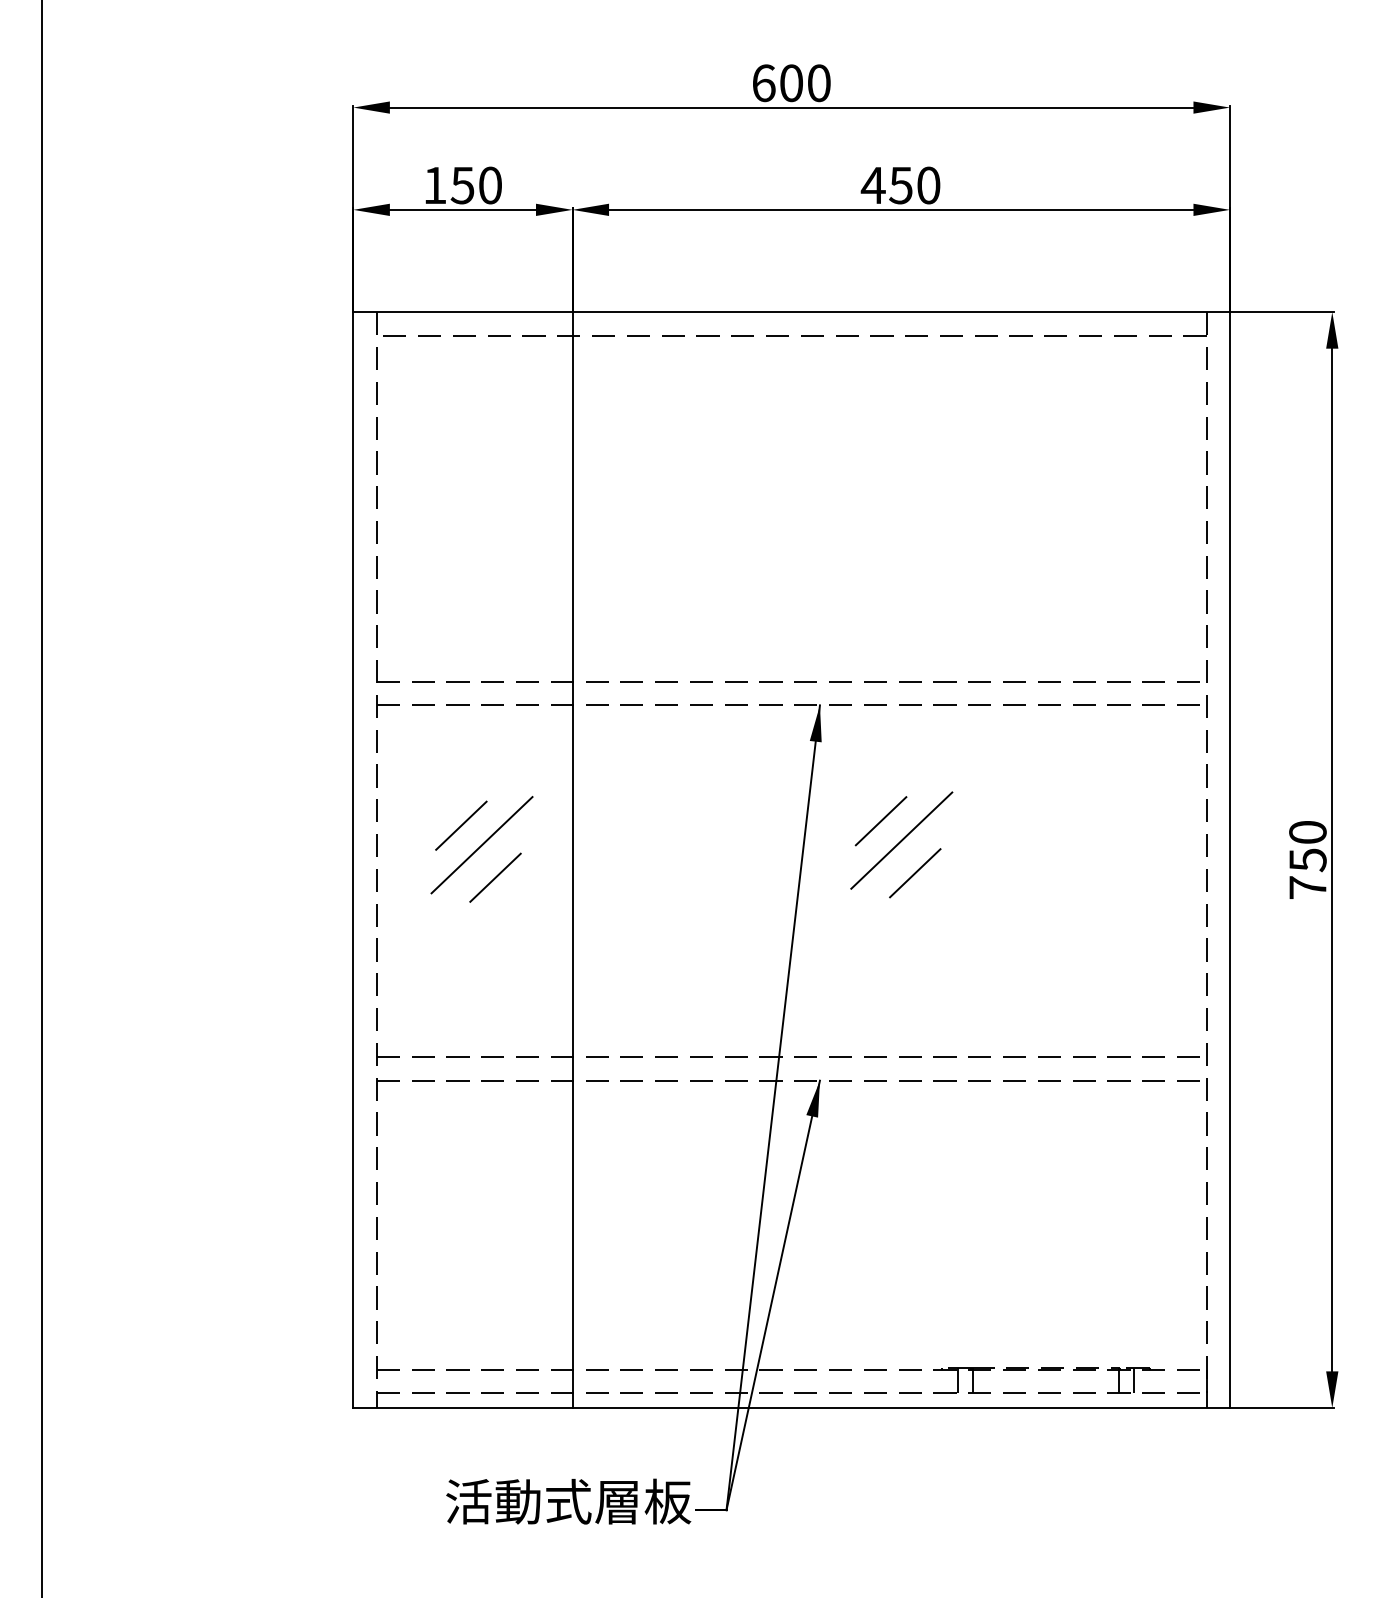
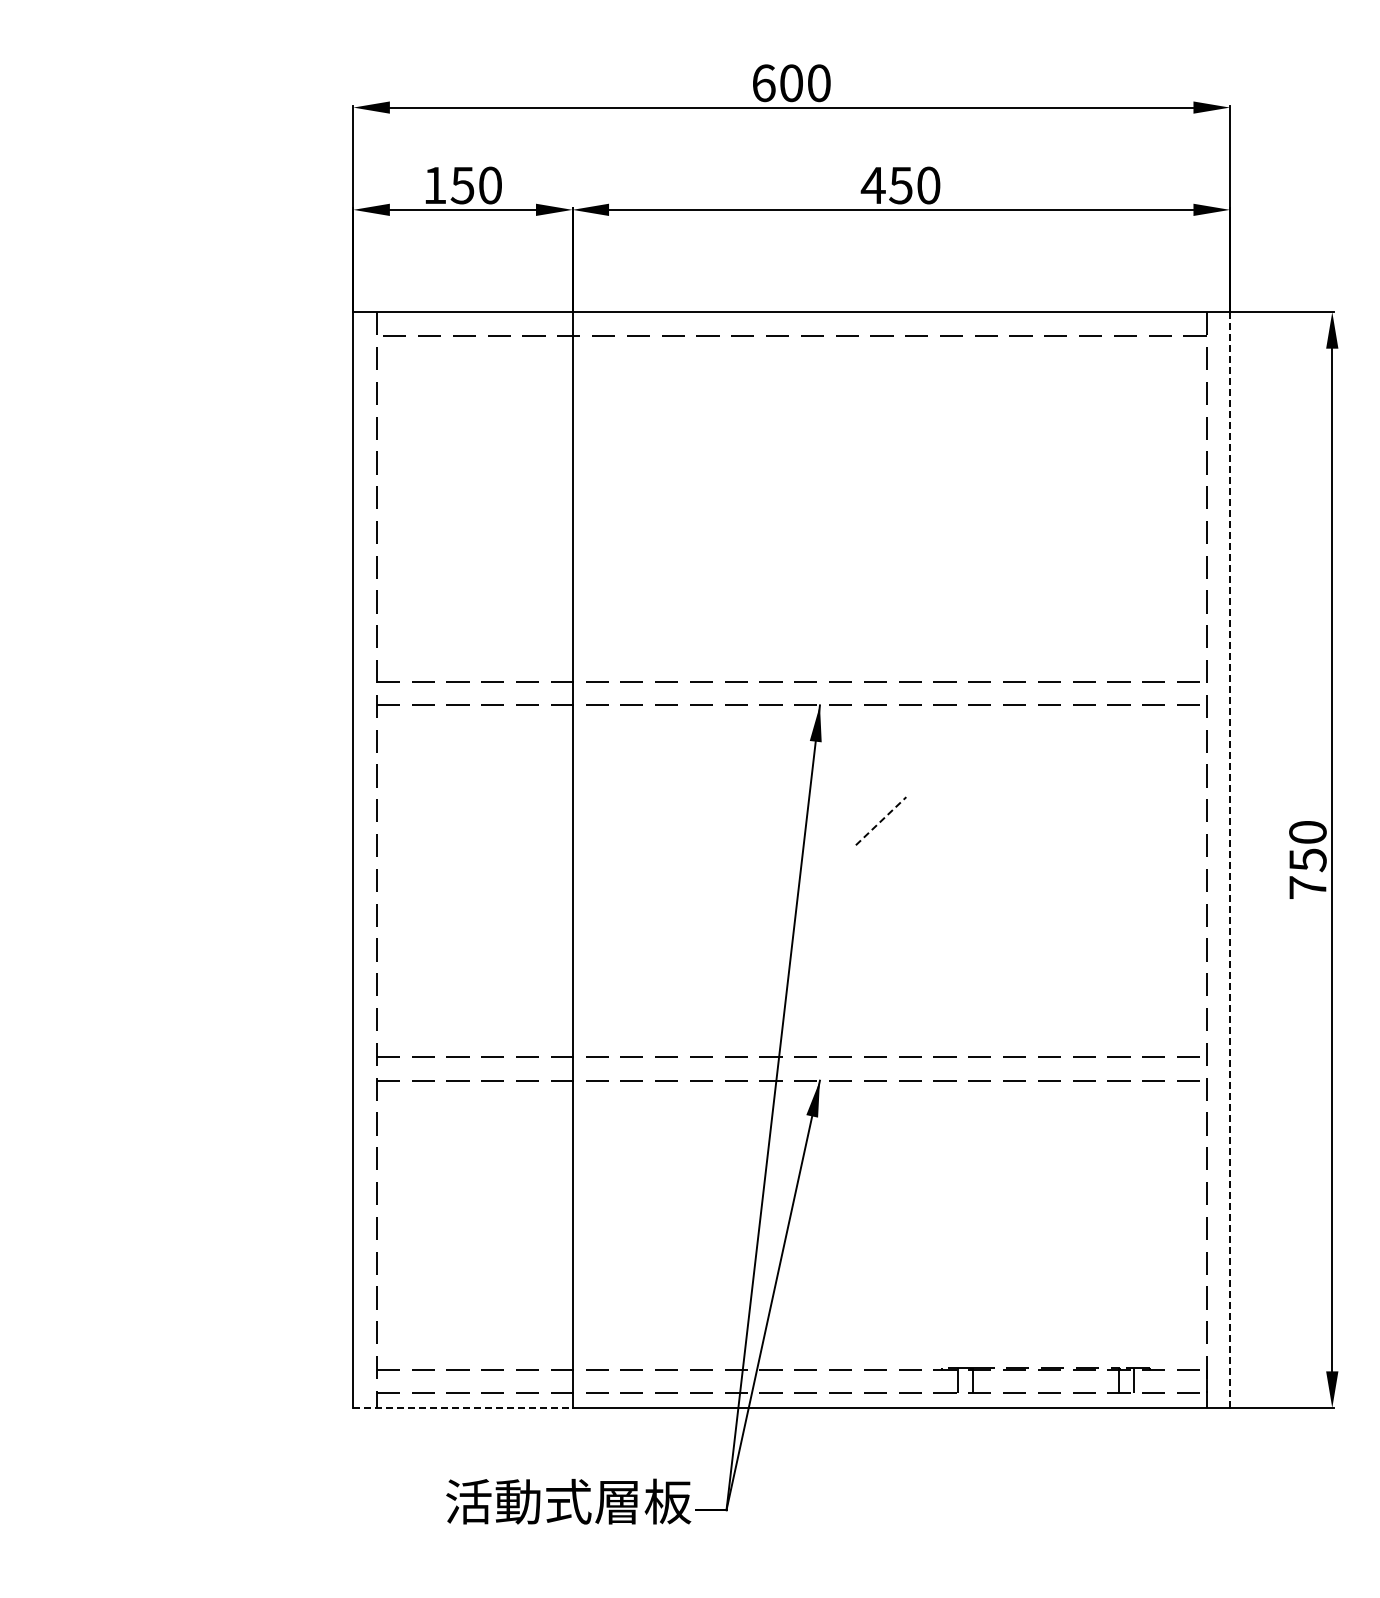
line at (41, 798): present -> none
line at (881, 821): solid -> dashed
line at (461, 825): present -> none
line at (901, 840): present -> none
line at (481, 845): present -> none
line at (1230, 860): solid -> dashed
line at (915, 873): present -> none
line at (495, 877): present -> none
line at (462, 1407): solid -> dashed
